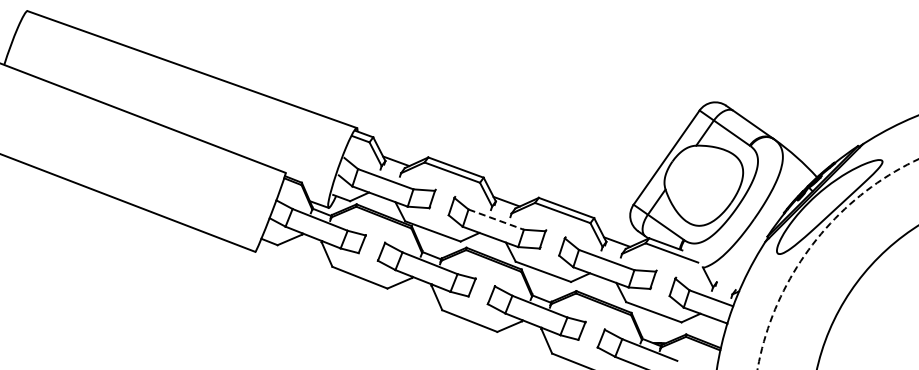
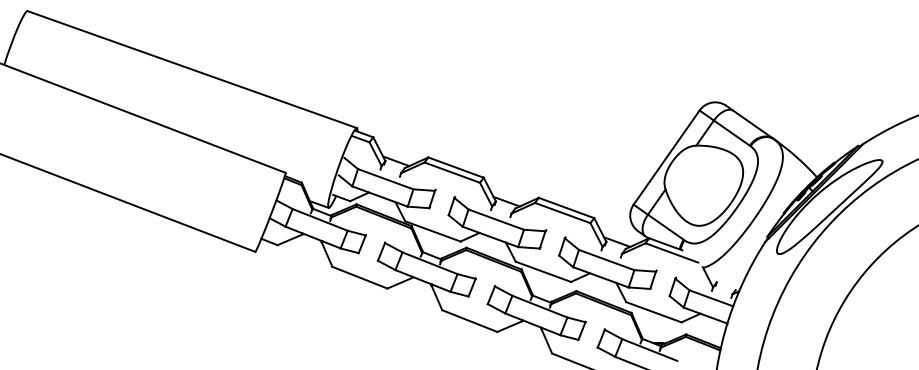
line at (496, 219): dashed -> solid
arc at (812, 244): dashed -> solid
